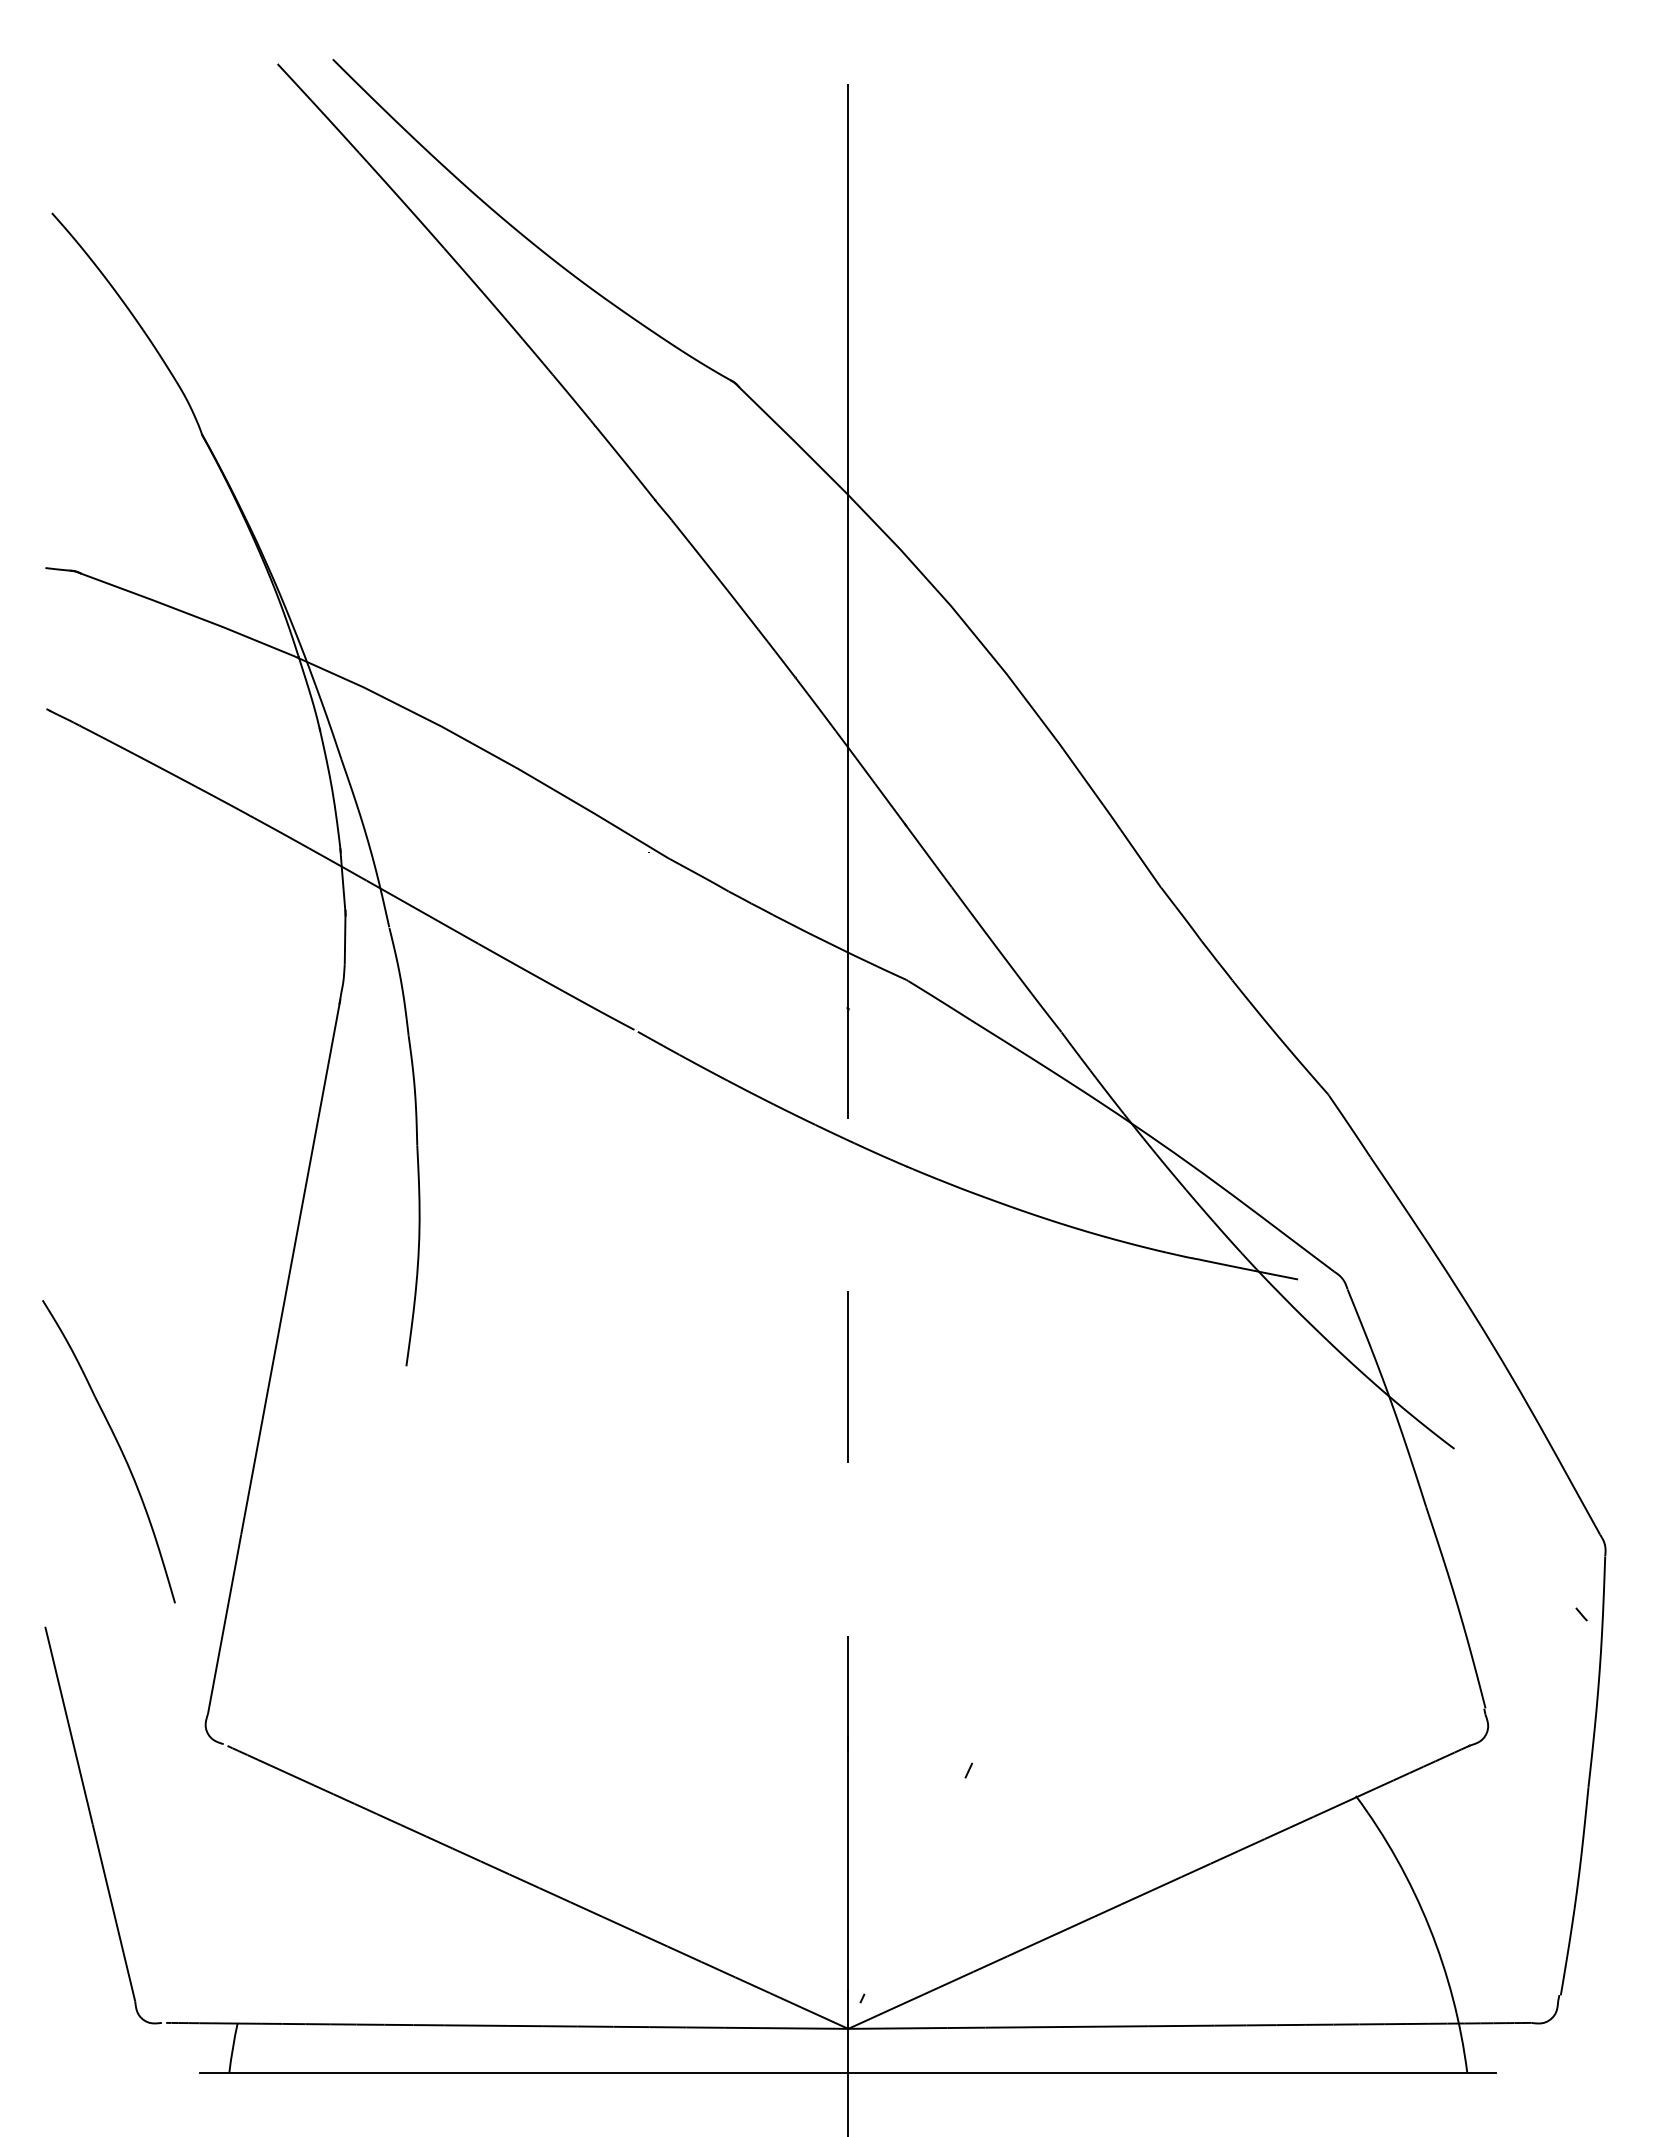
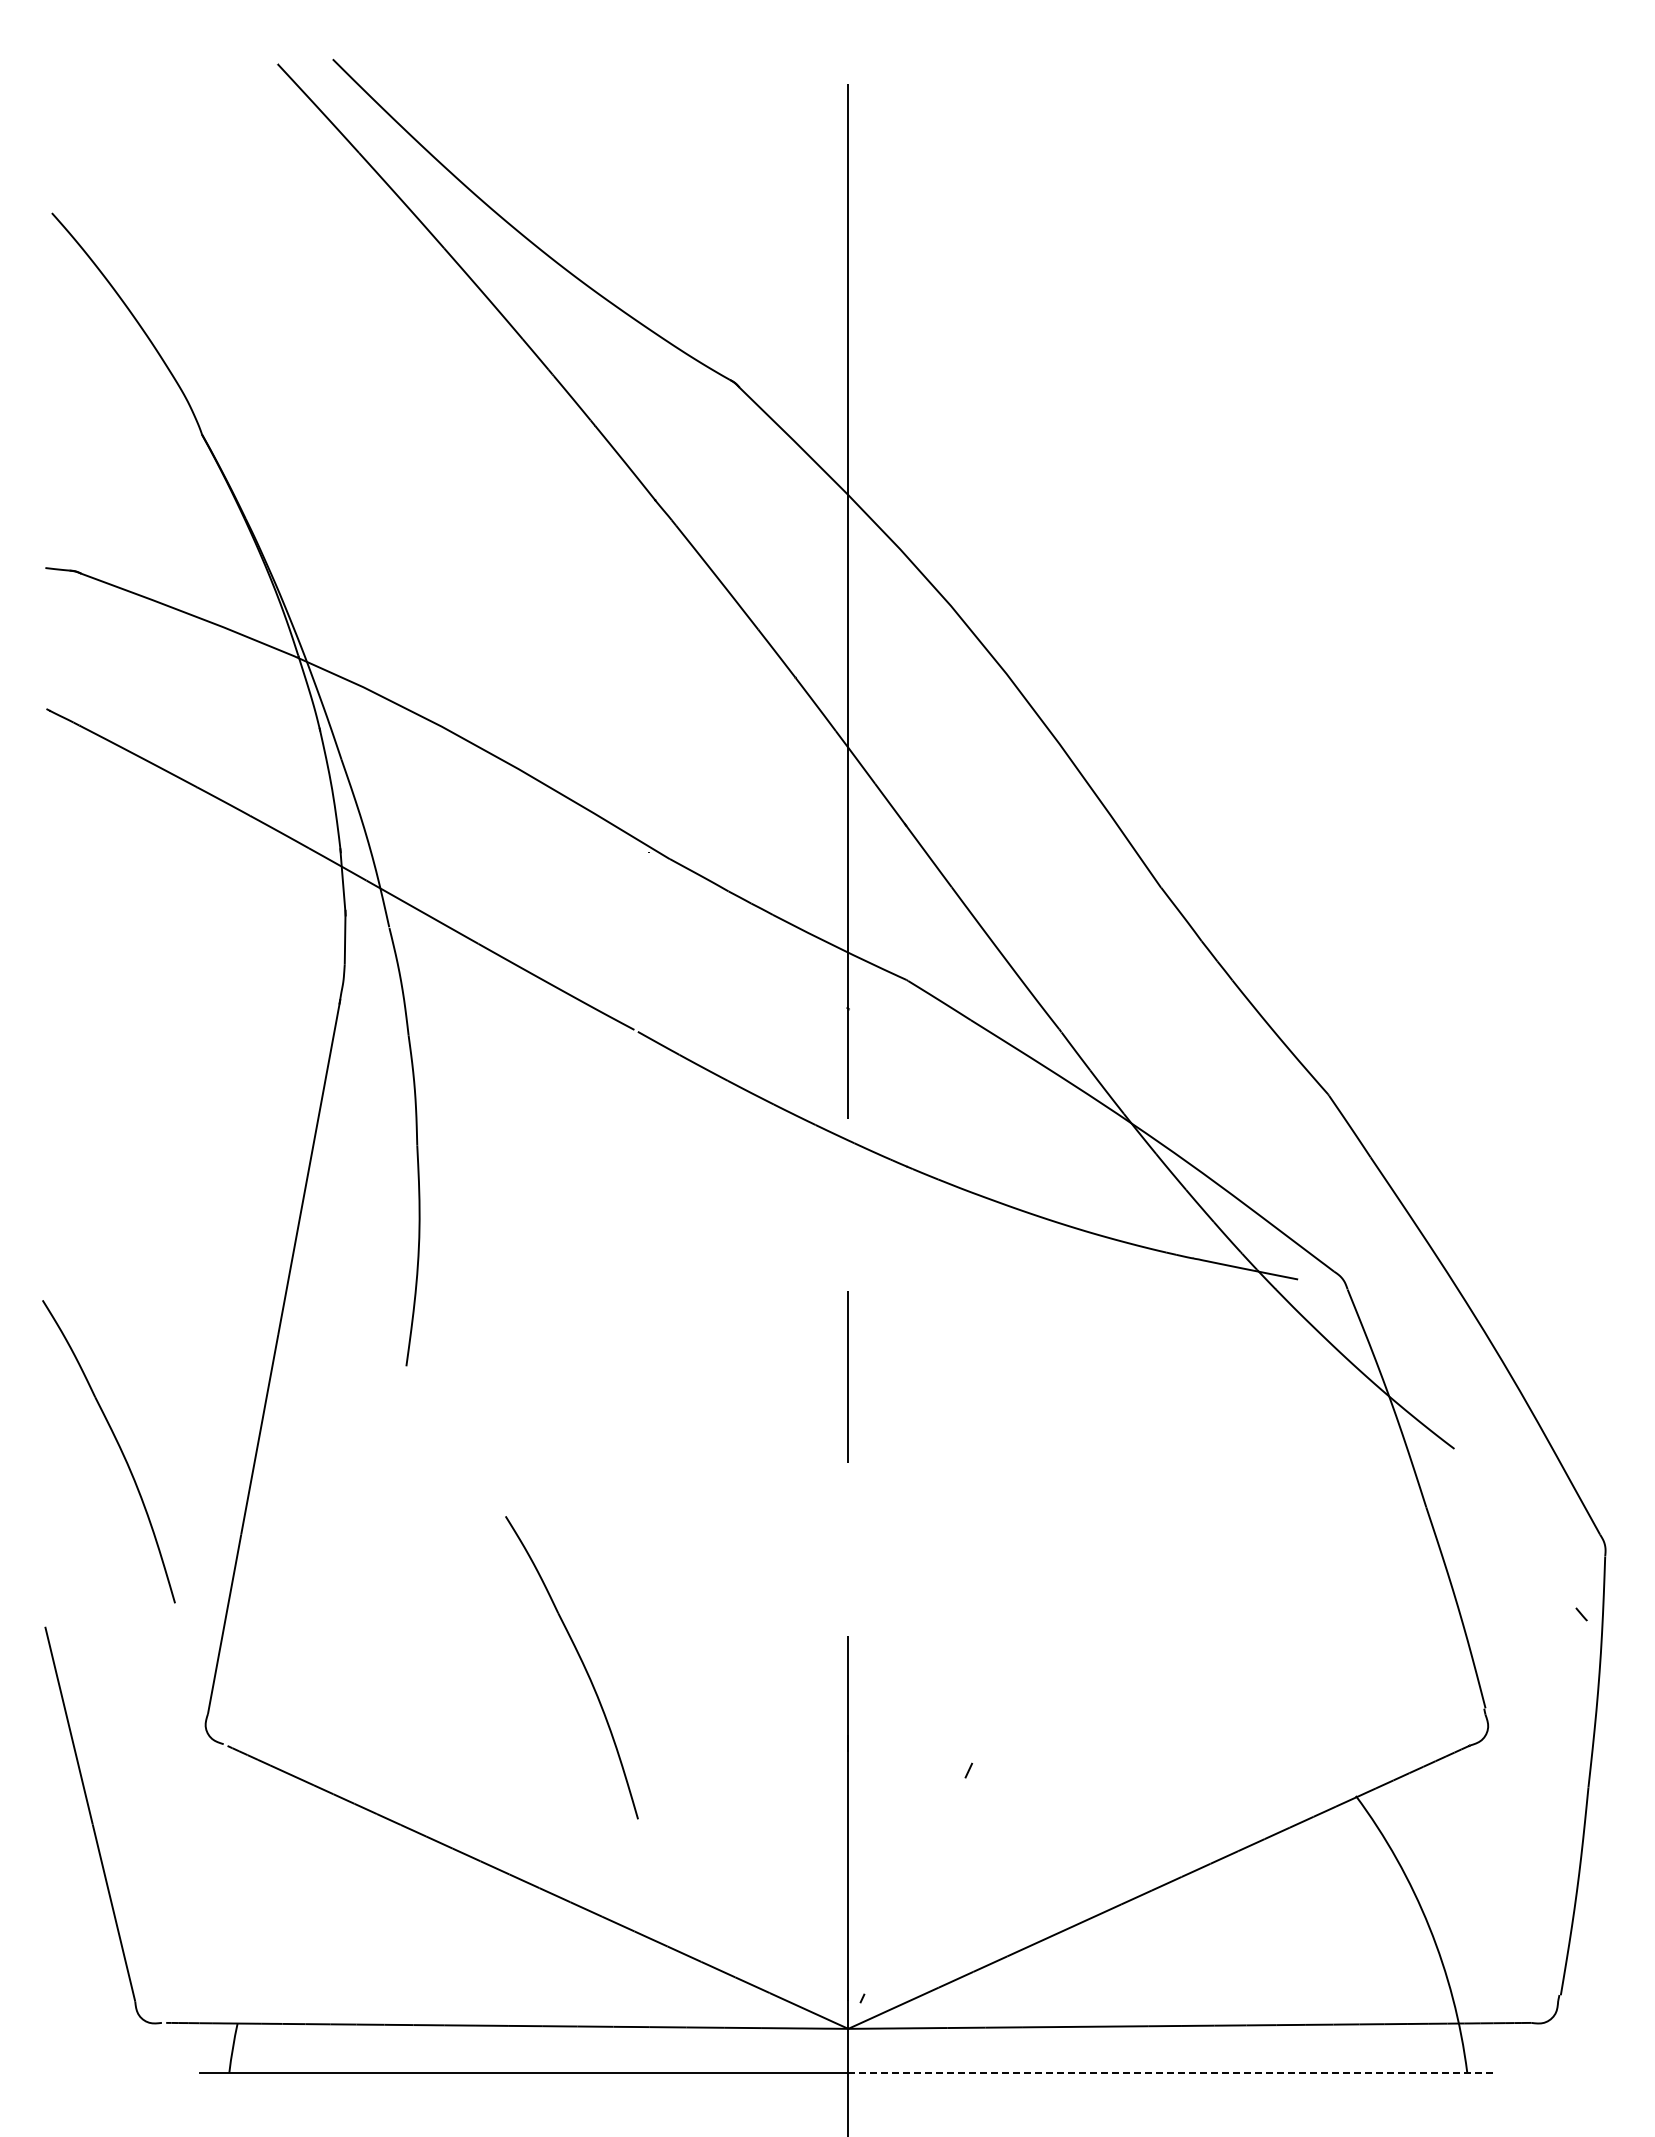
part at (581, 1662): none -> present
line at (1172, 2072): solid -> dashed
